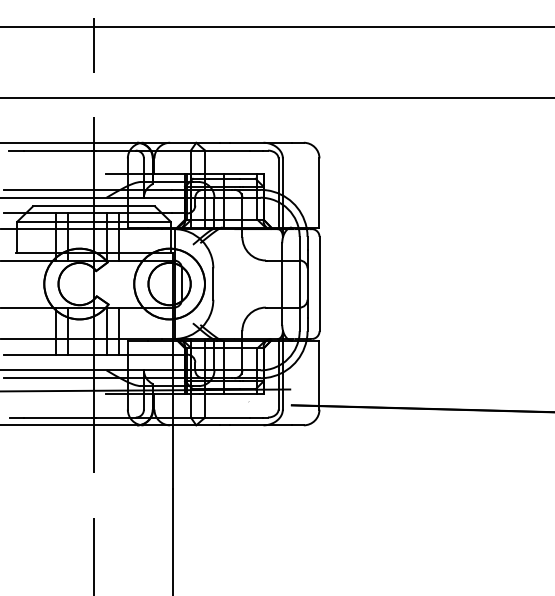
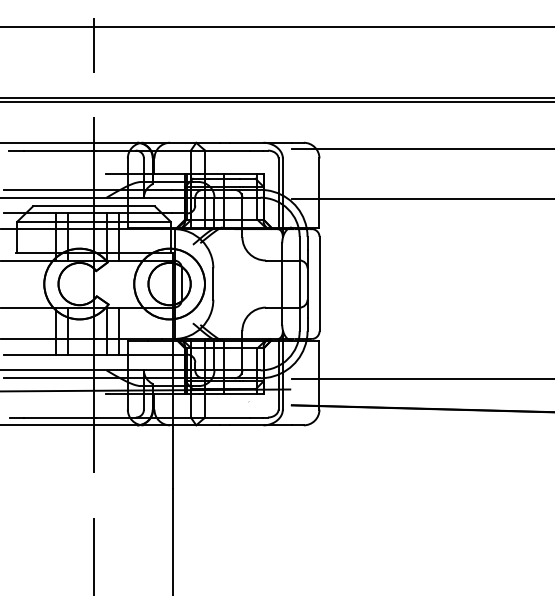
line at (276, 102): none -> present
line at (421, 149): none -> present
line at (421, 199): none -> present
line at (421, 379): none -> present
